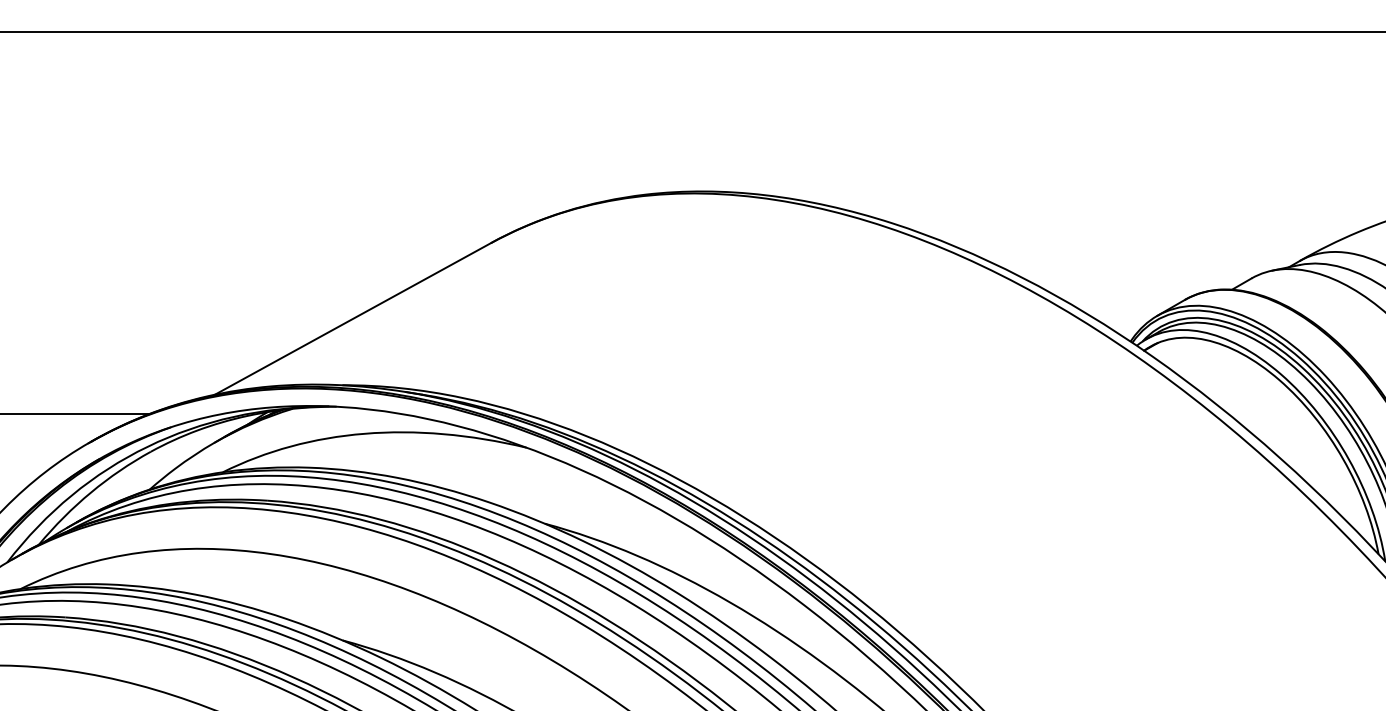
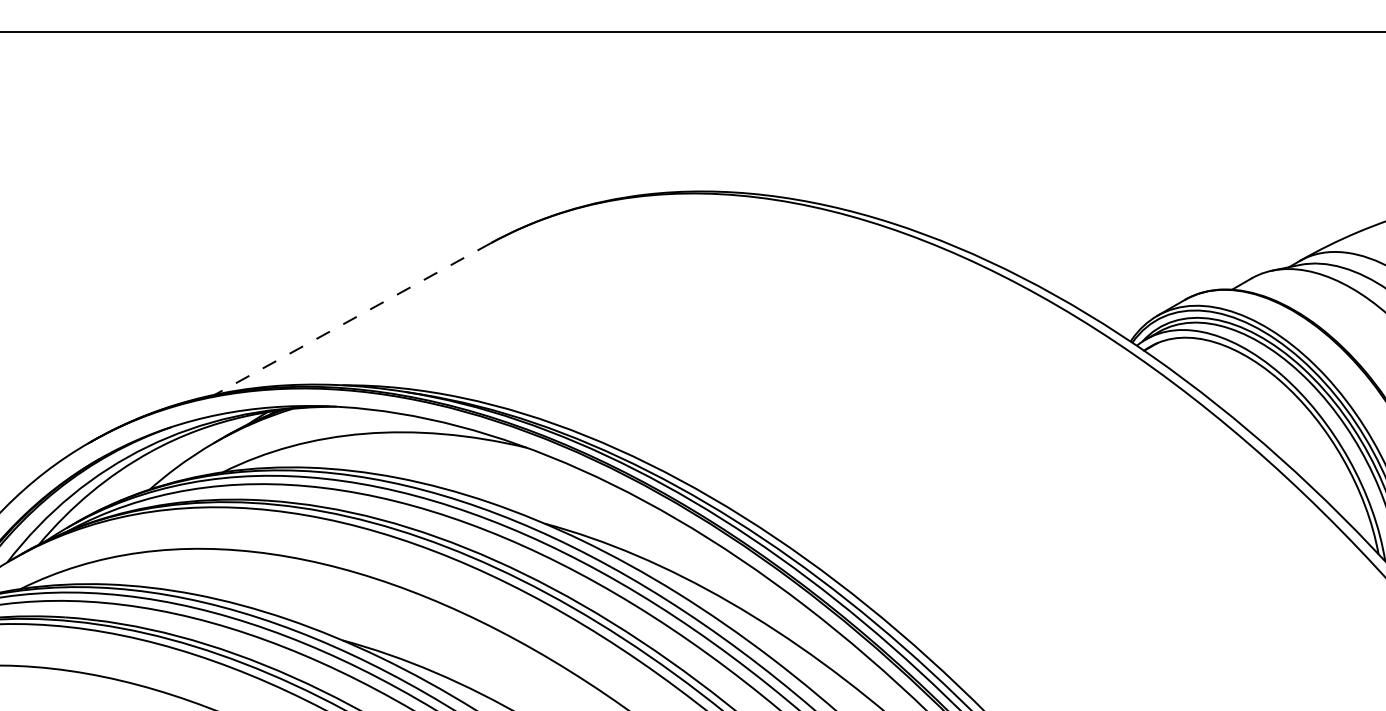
line at (352, 319): solid -> dashed
line at (75, 414): present -> none
